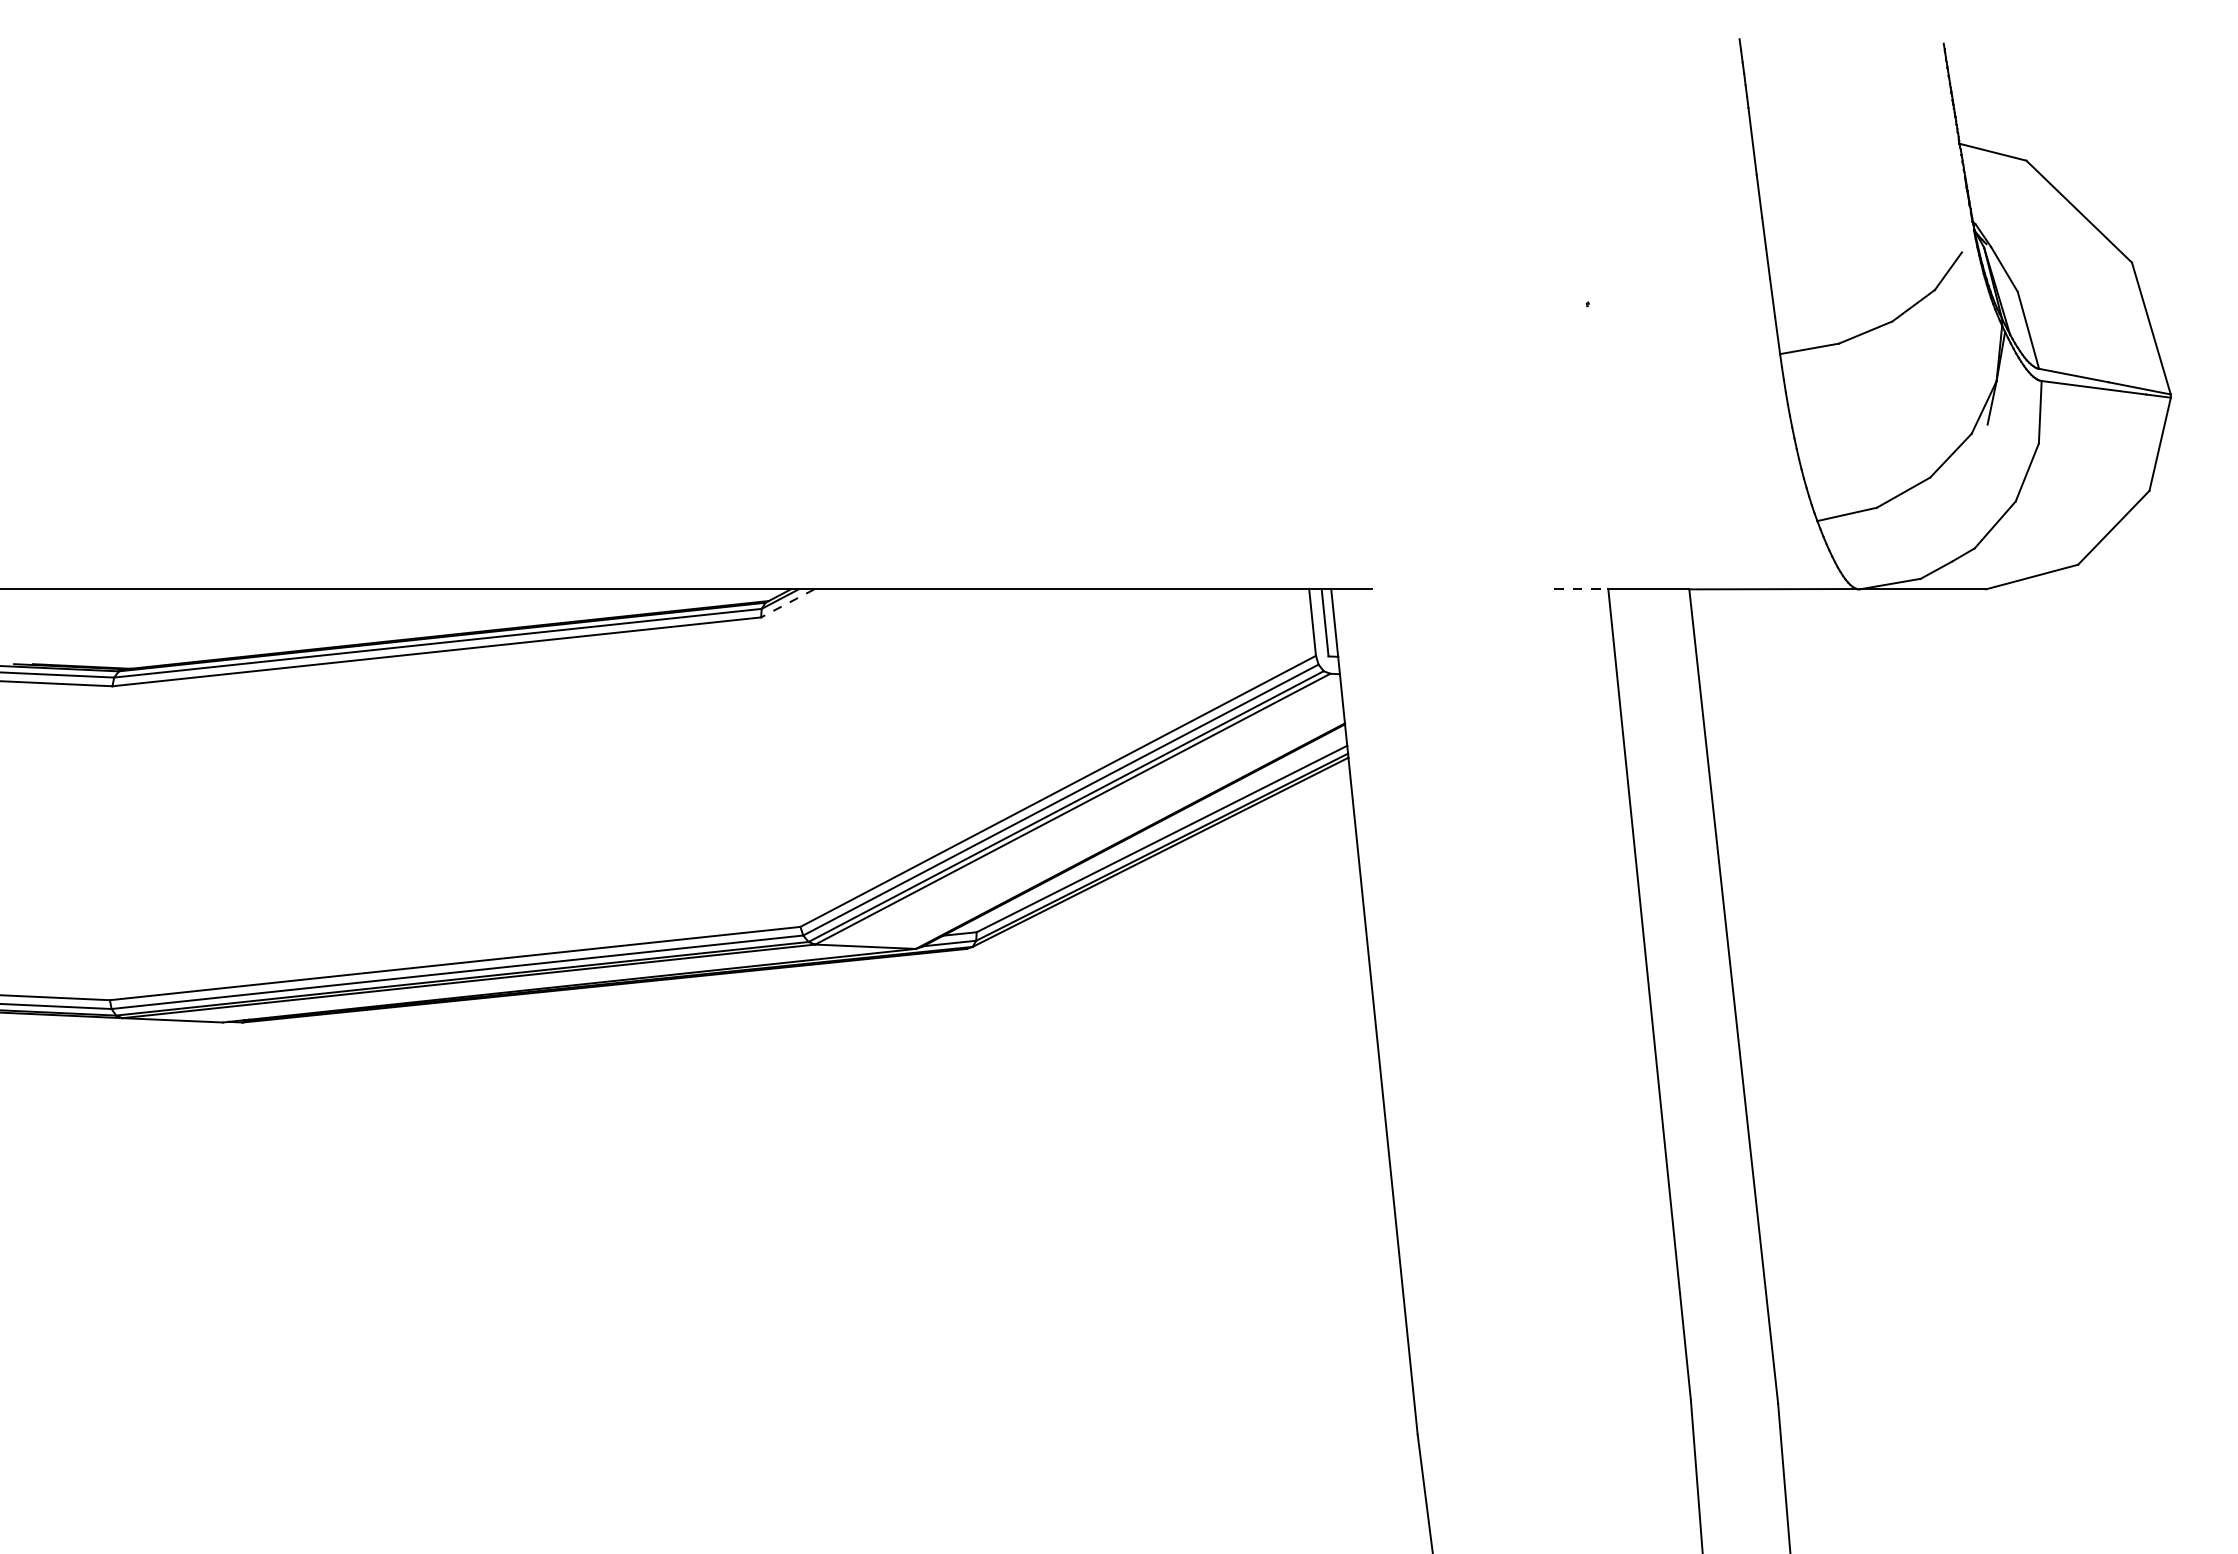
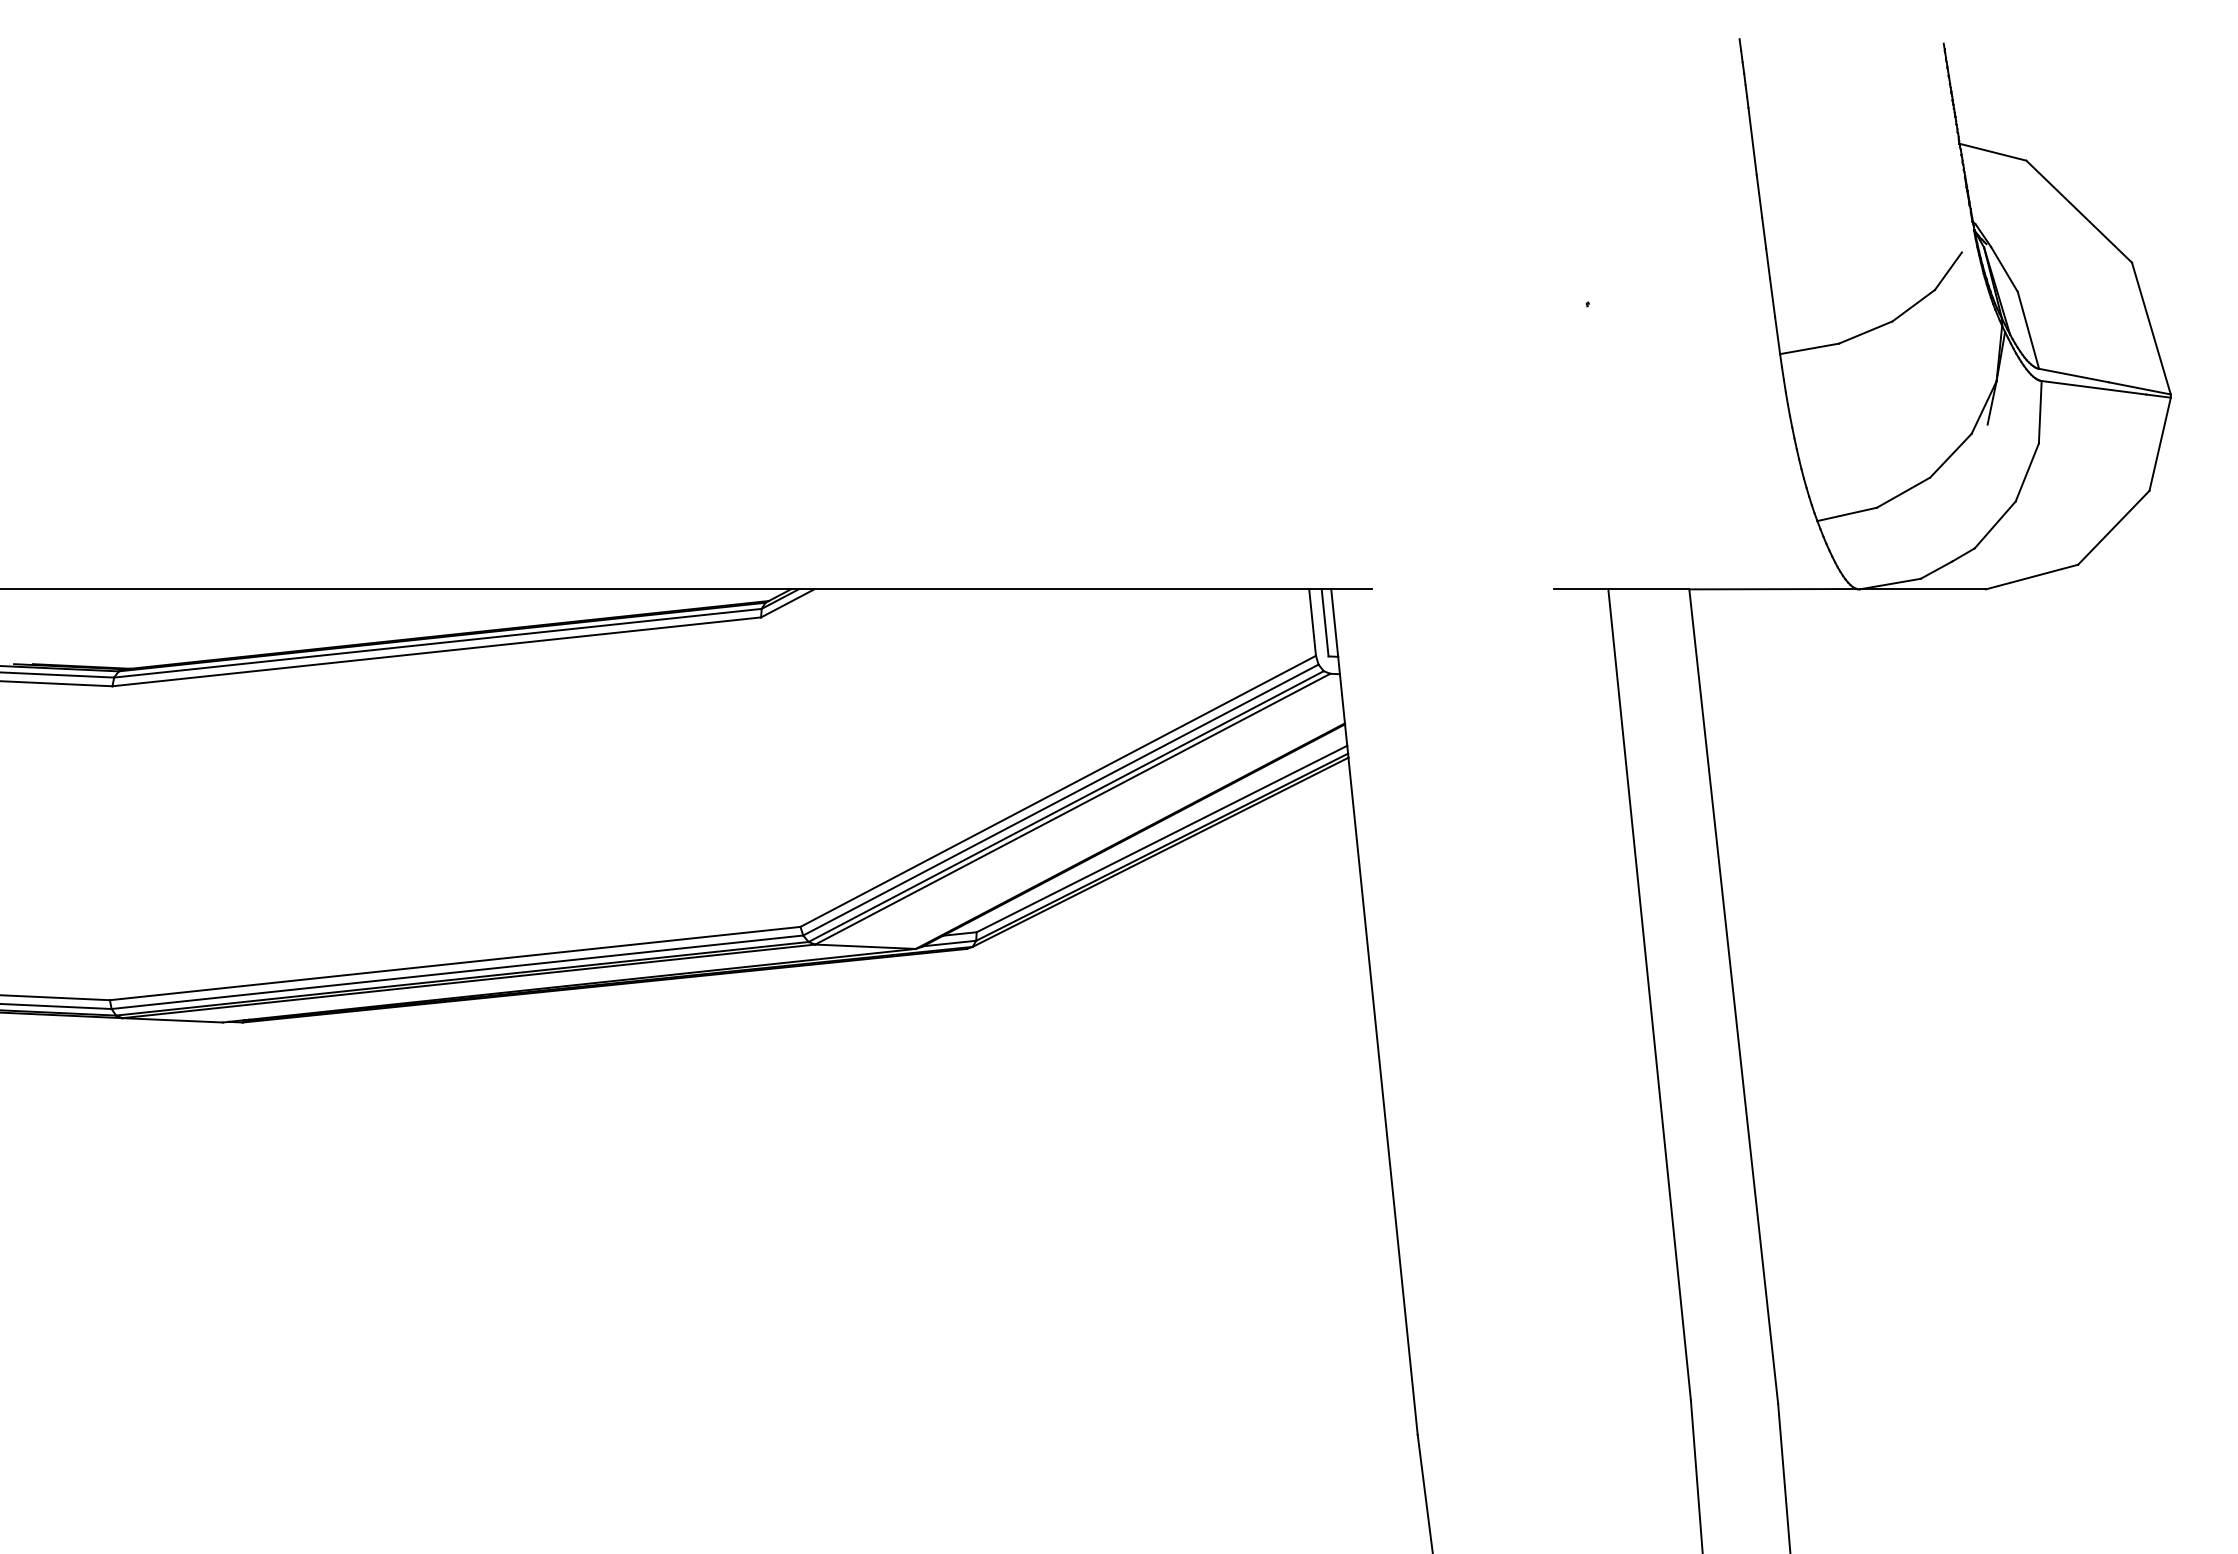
line at (1581, 589): dashed -> solid
line at (787, 603): dashed -> solid
